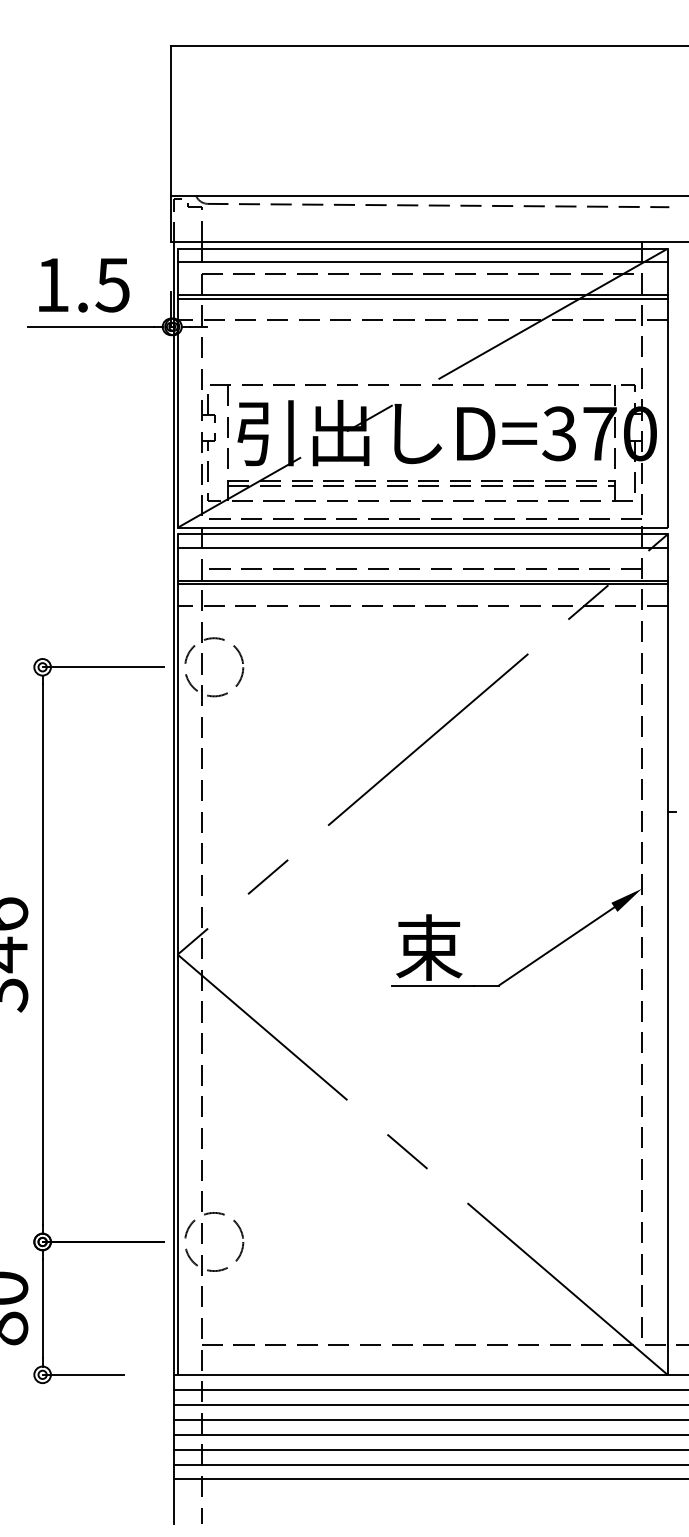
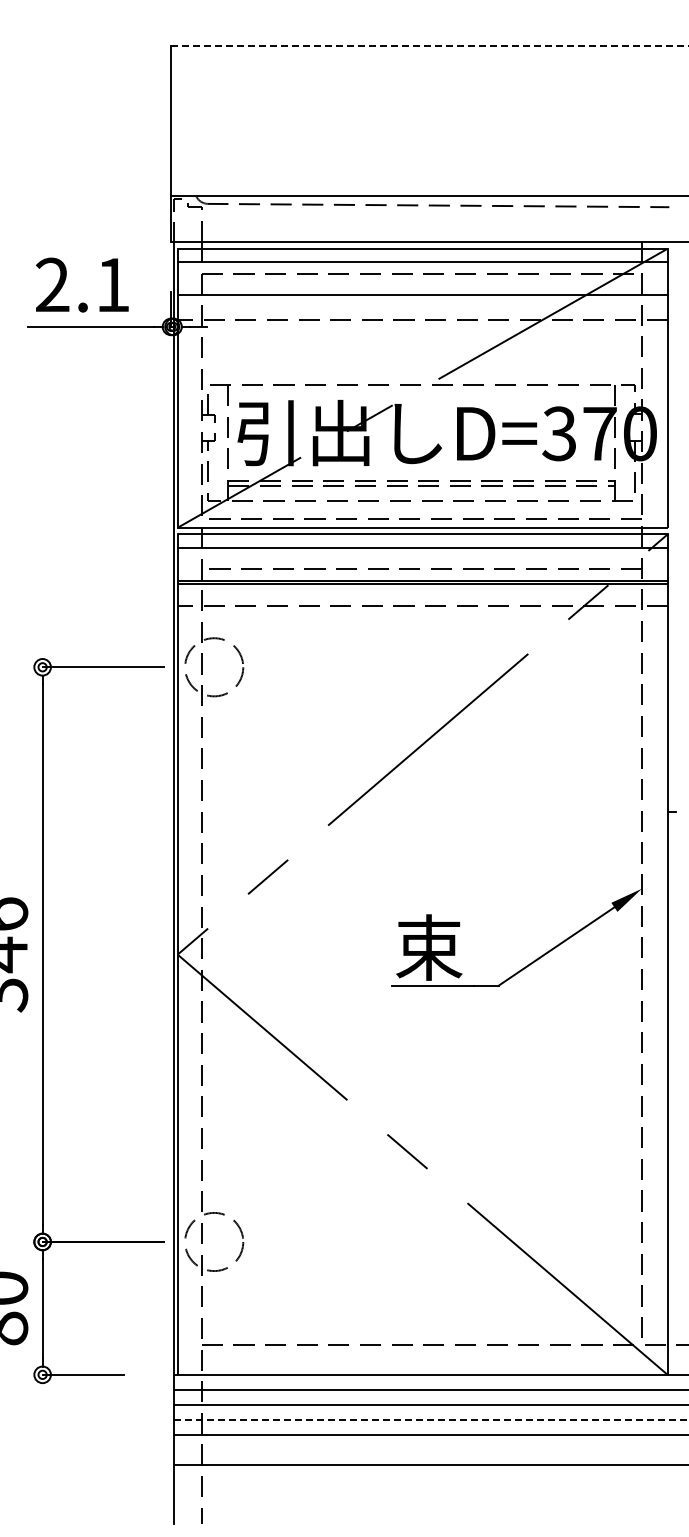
line at (430, 46): solid -> dashed
text at (82, 284): 1.5 -> 2.1
line at (422, 298): present -> none
line at (431, 1419): solid -> dashed
line at (429, 1449): present -> none
line at (429, 1479): present -> none
